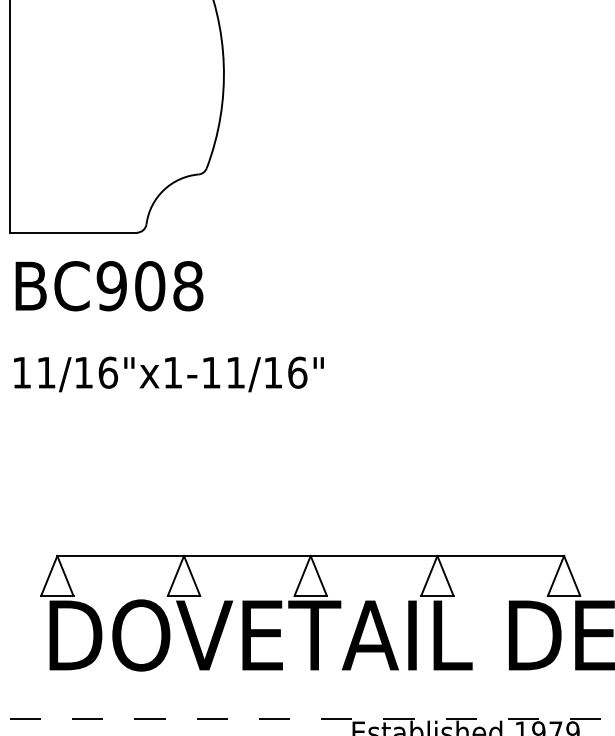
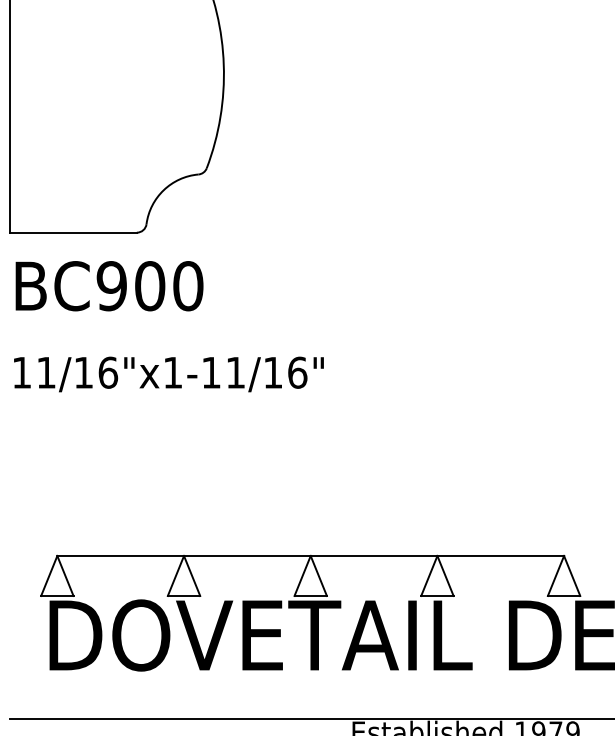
text at (188, 286): BC908 -> BC900
line at (312, 718): dashed -> solid
